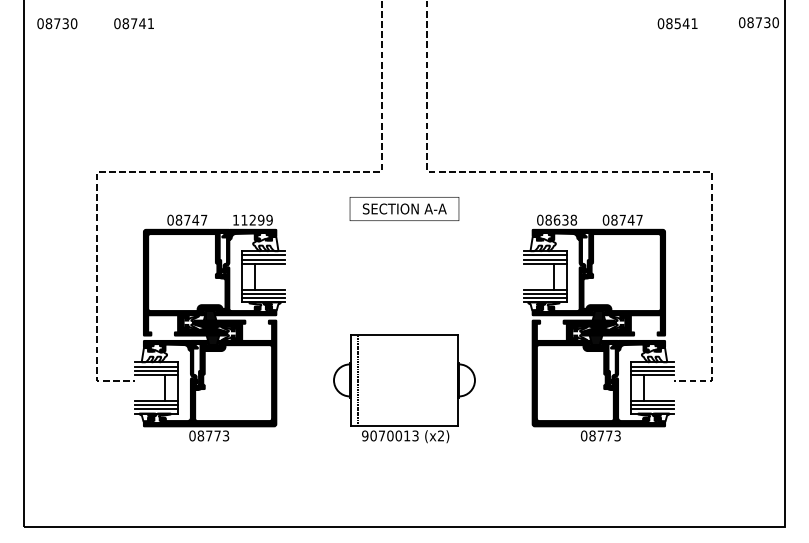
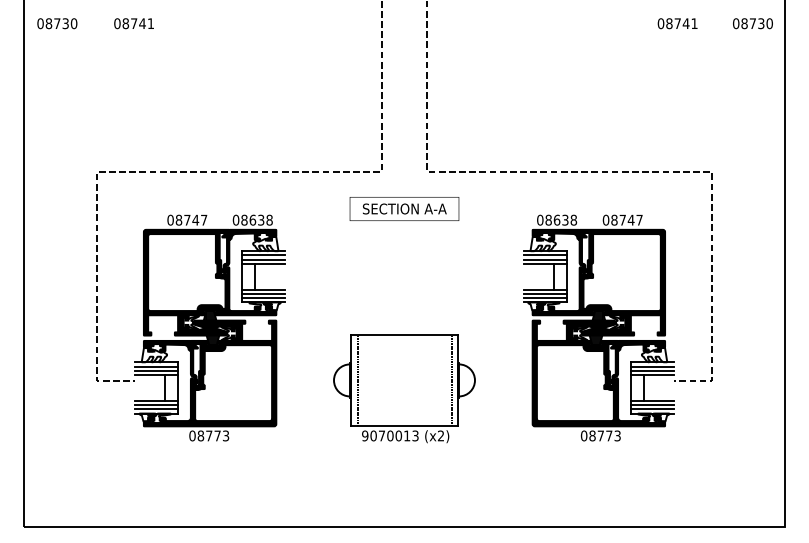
text at (758, 22) position: (758, 22) -> (752, 23)
text at (677, 23): 08541 -> 08741
text at (252, 219): 11299 -> 08638
line at (451, 380): none -> present
